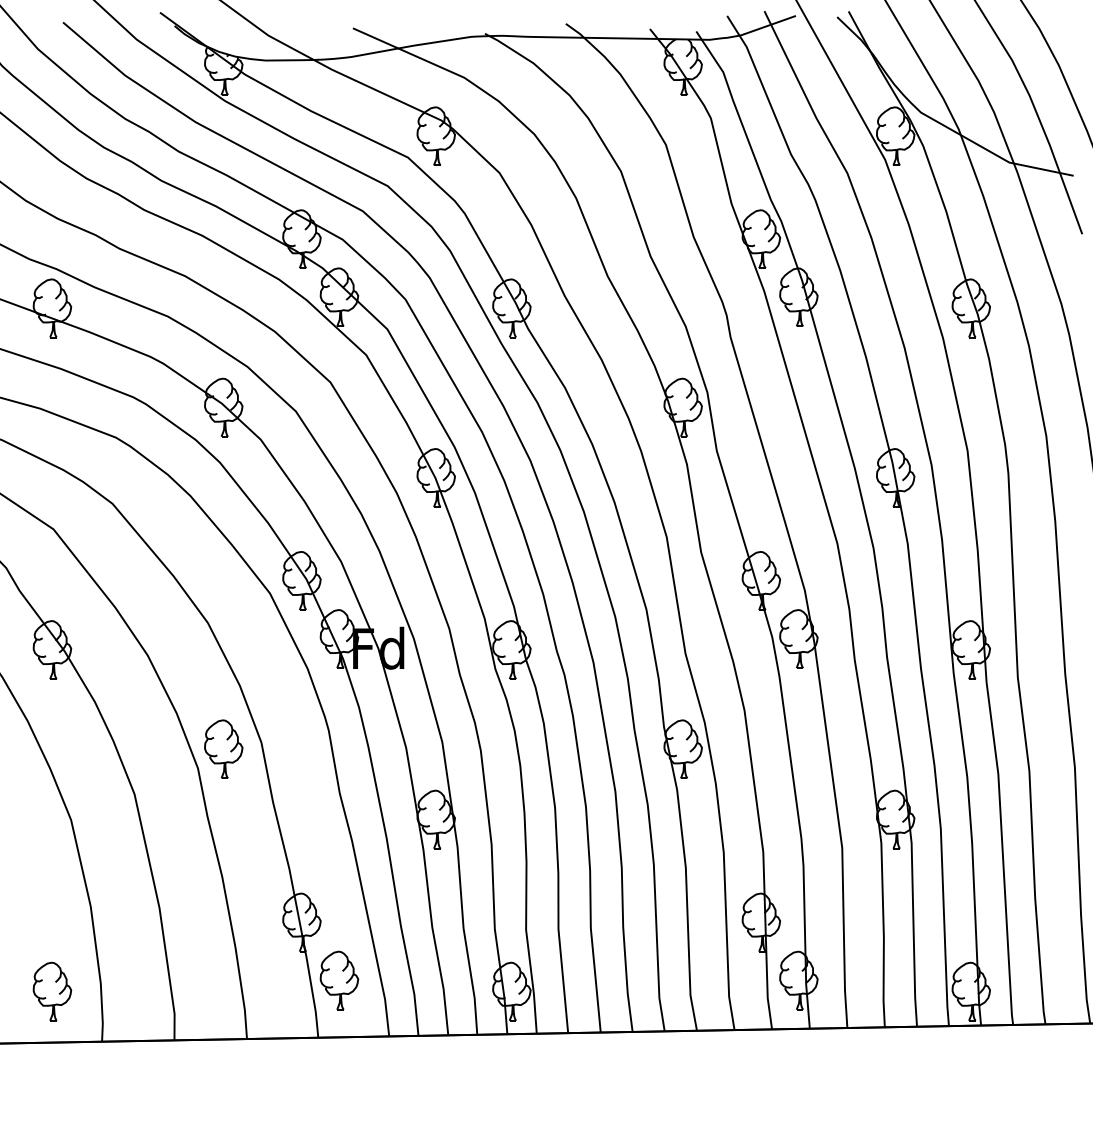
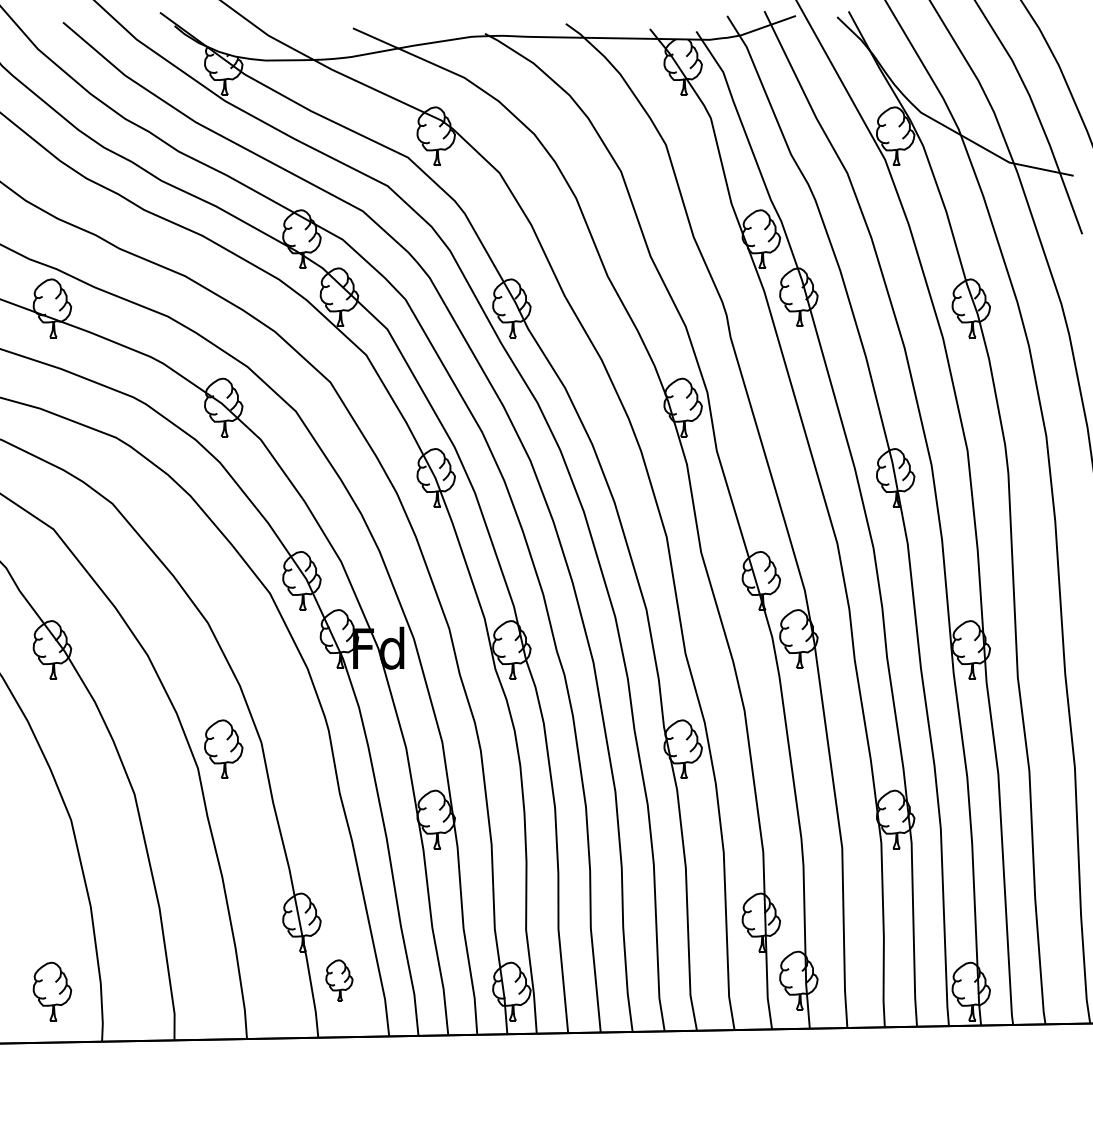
part at (339, 980) size: 41x61 px -> 29x43 px
